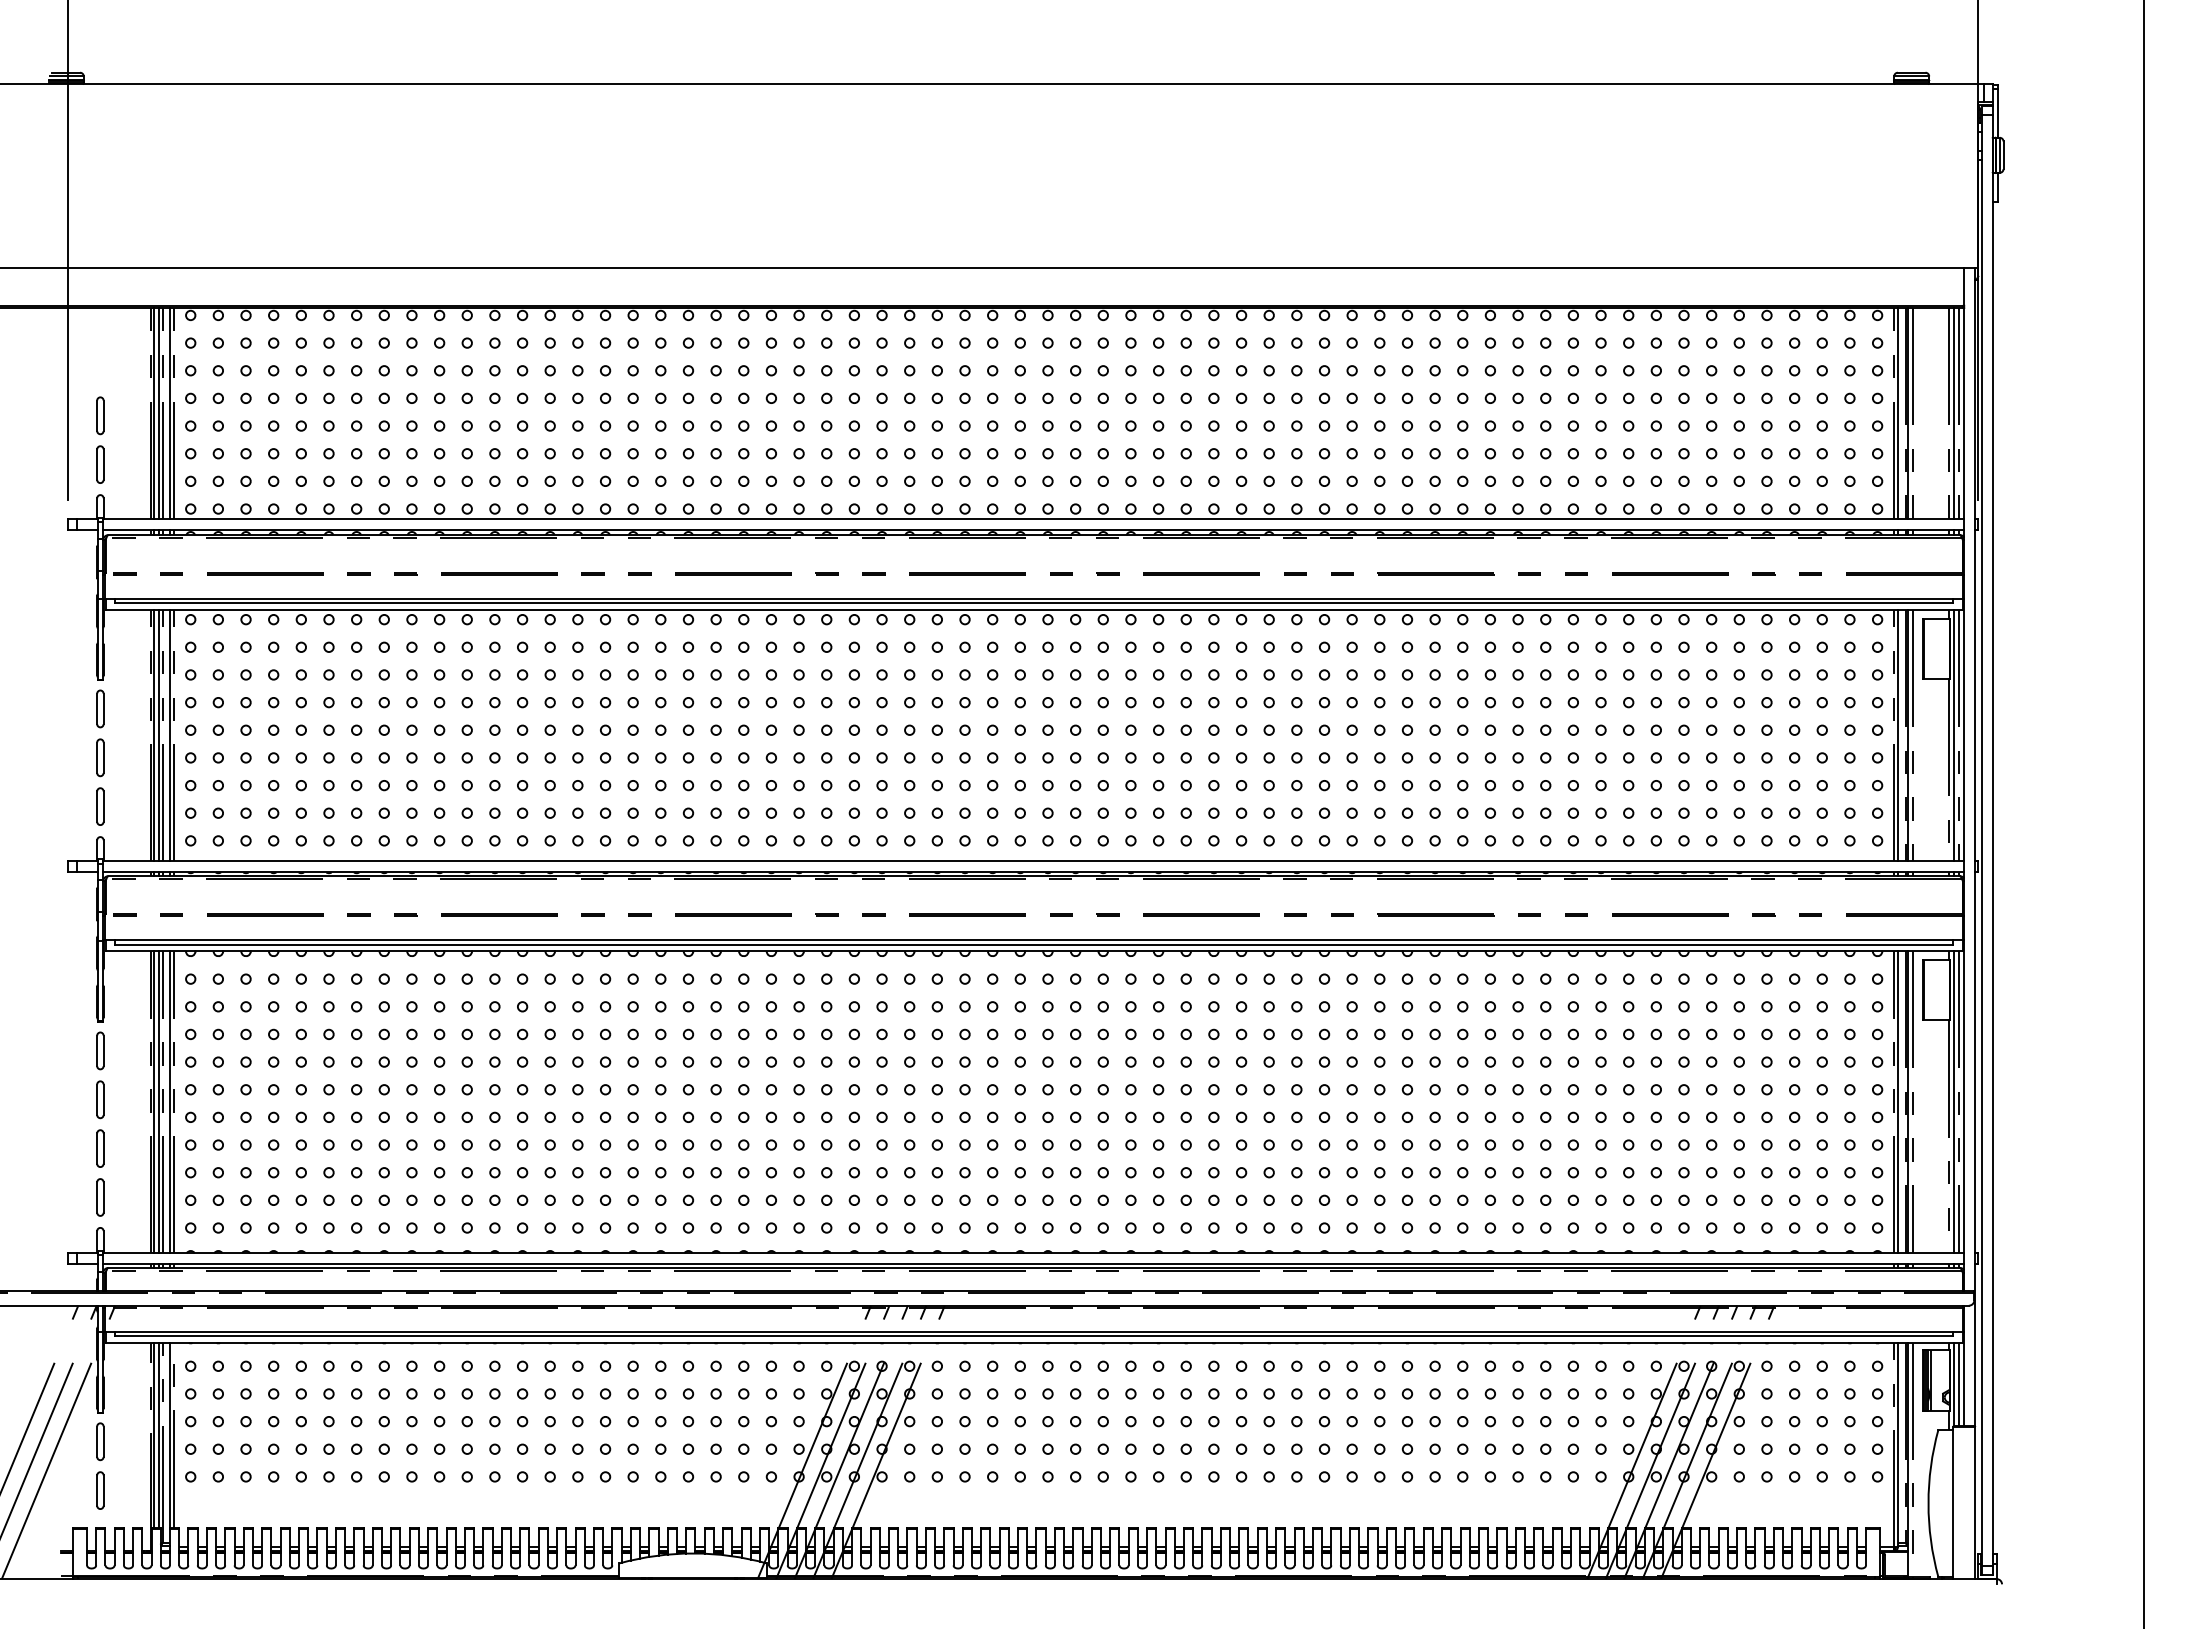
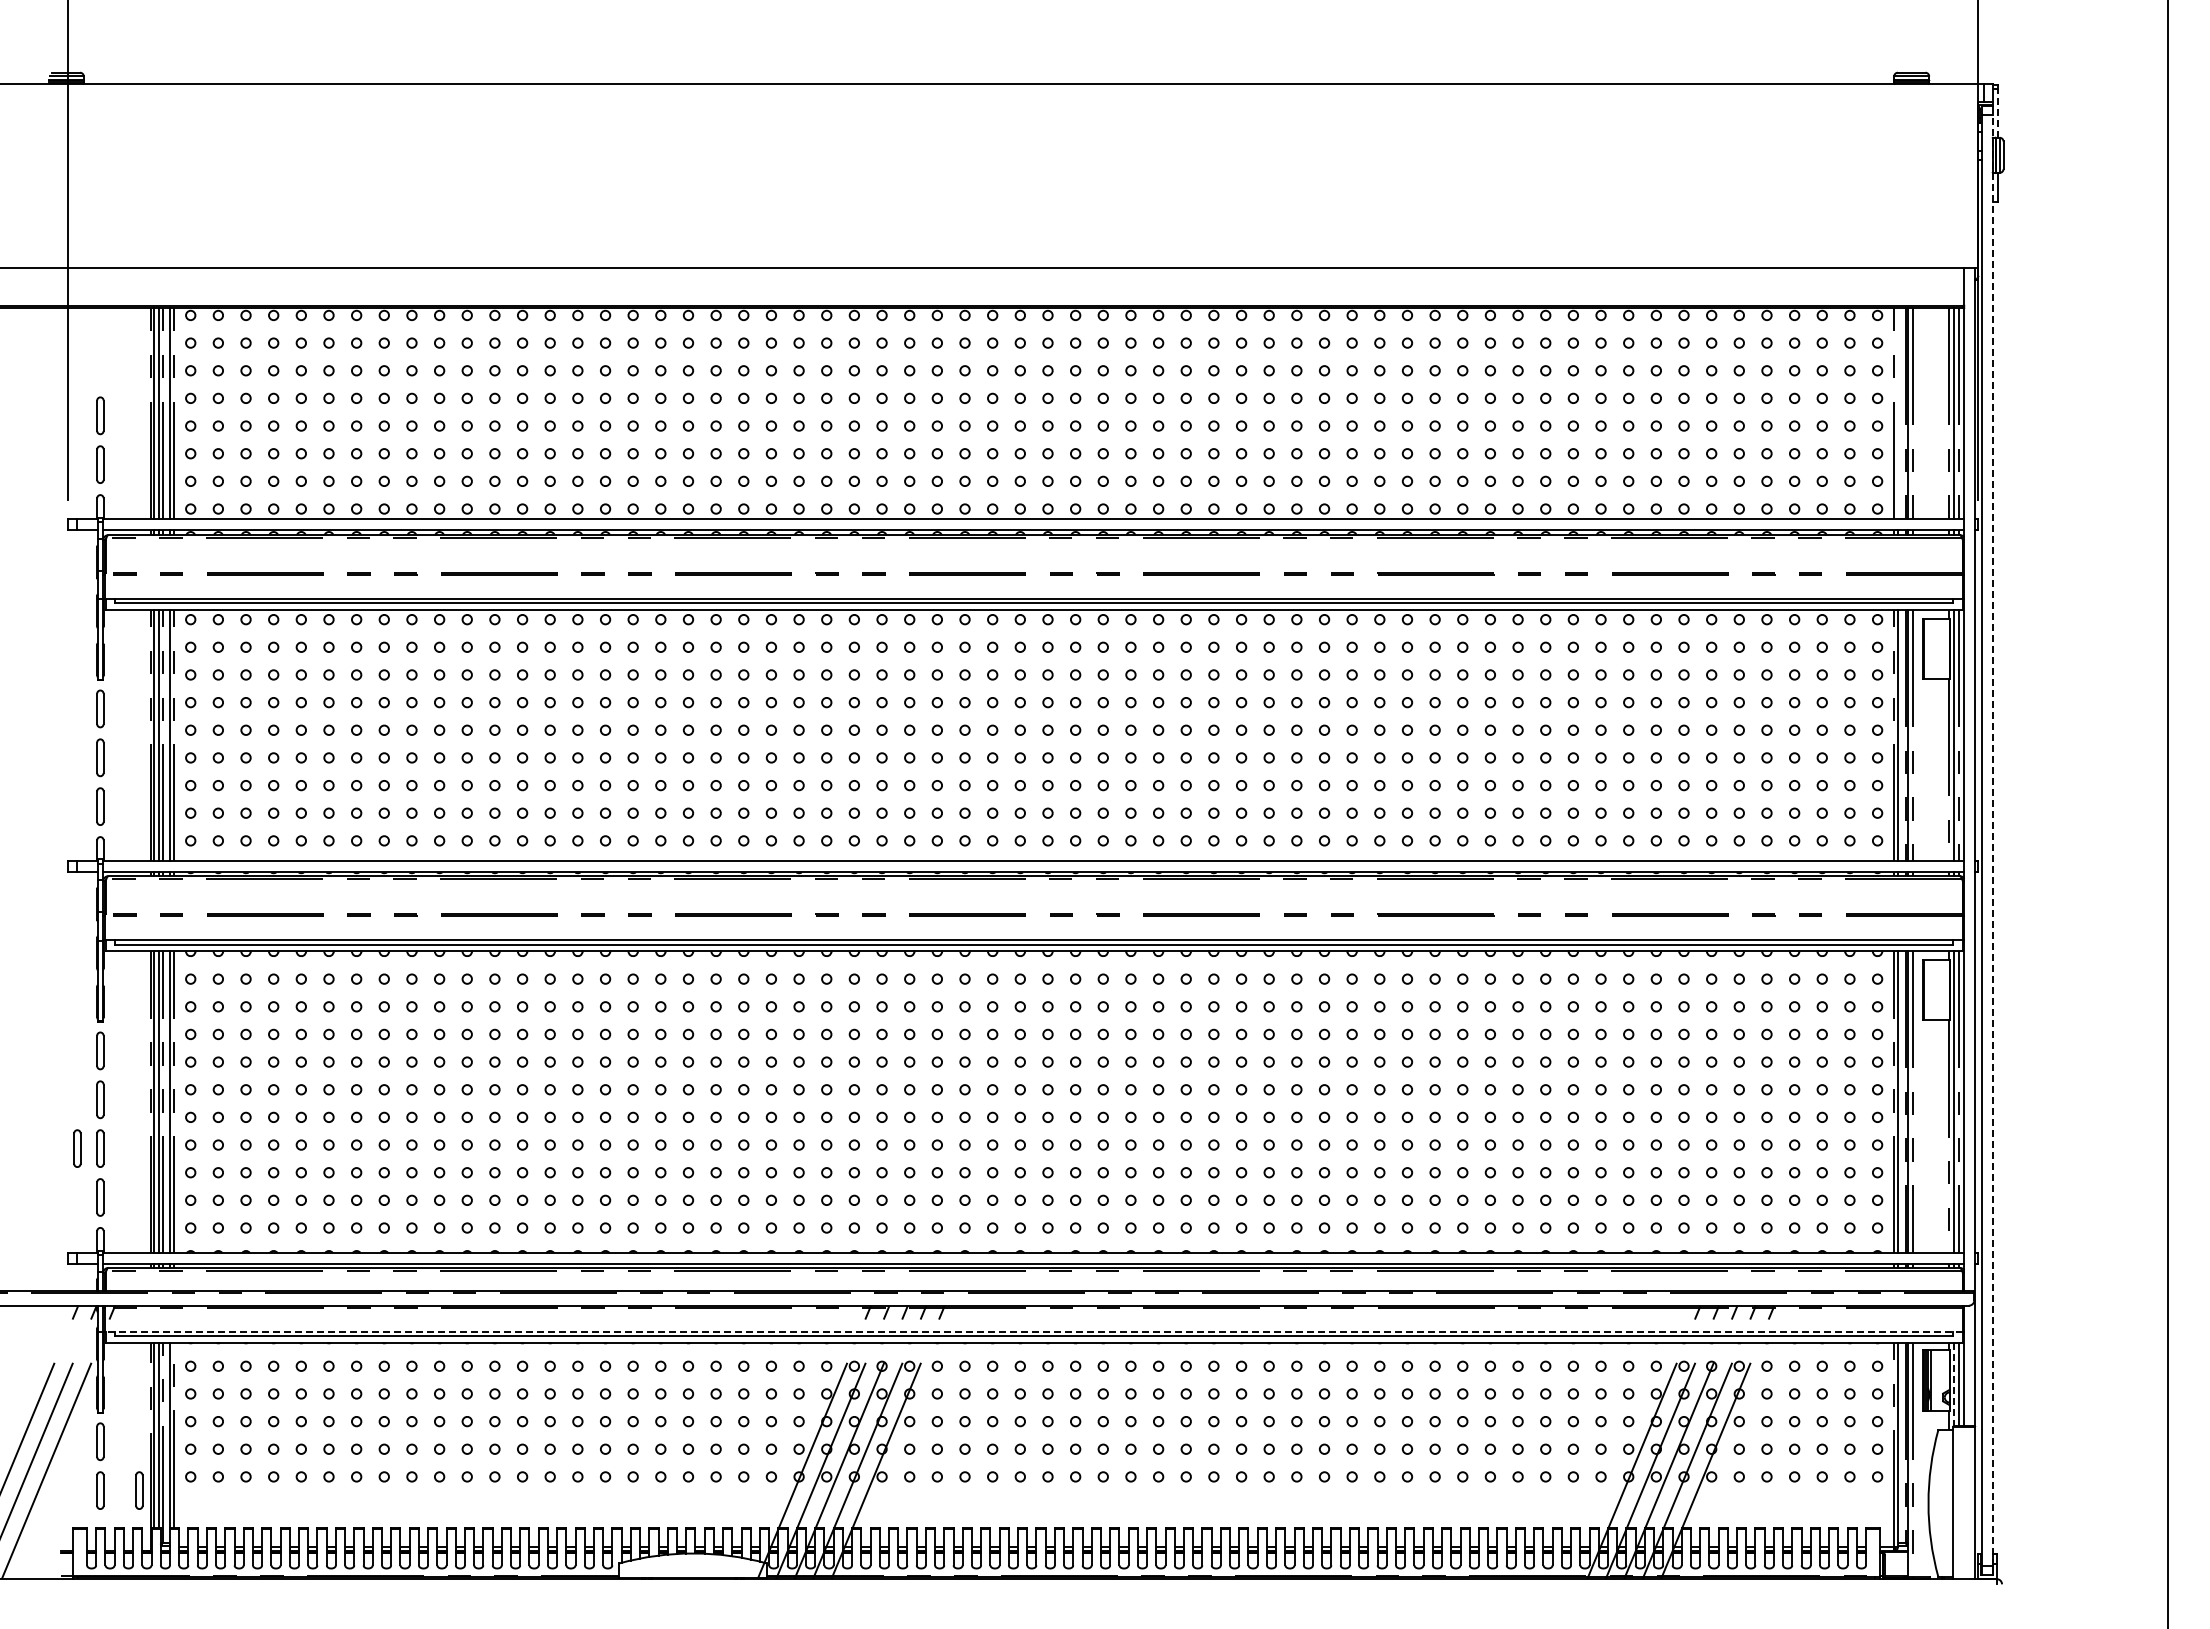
line at (1998, 113): solid -> dashed
line at (1897, 413): present -> none
line at (2143, 813) position: (2143, 813) -> (2167, 813)
line at (1992, 839): solid -> dashed
part at (77, 1148): none -> present
line at (1034, 1331): solid -> dashed
line at (1954, 1384): solid -> dashed
part at (139, 1490): none -> present
